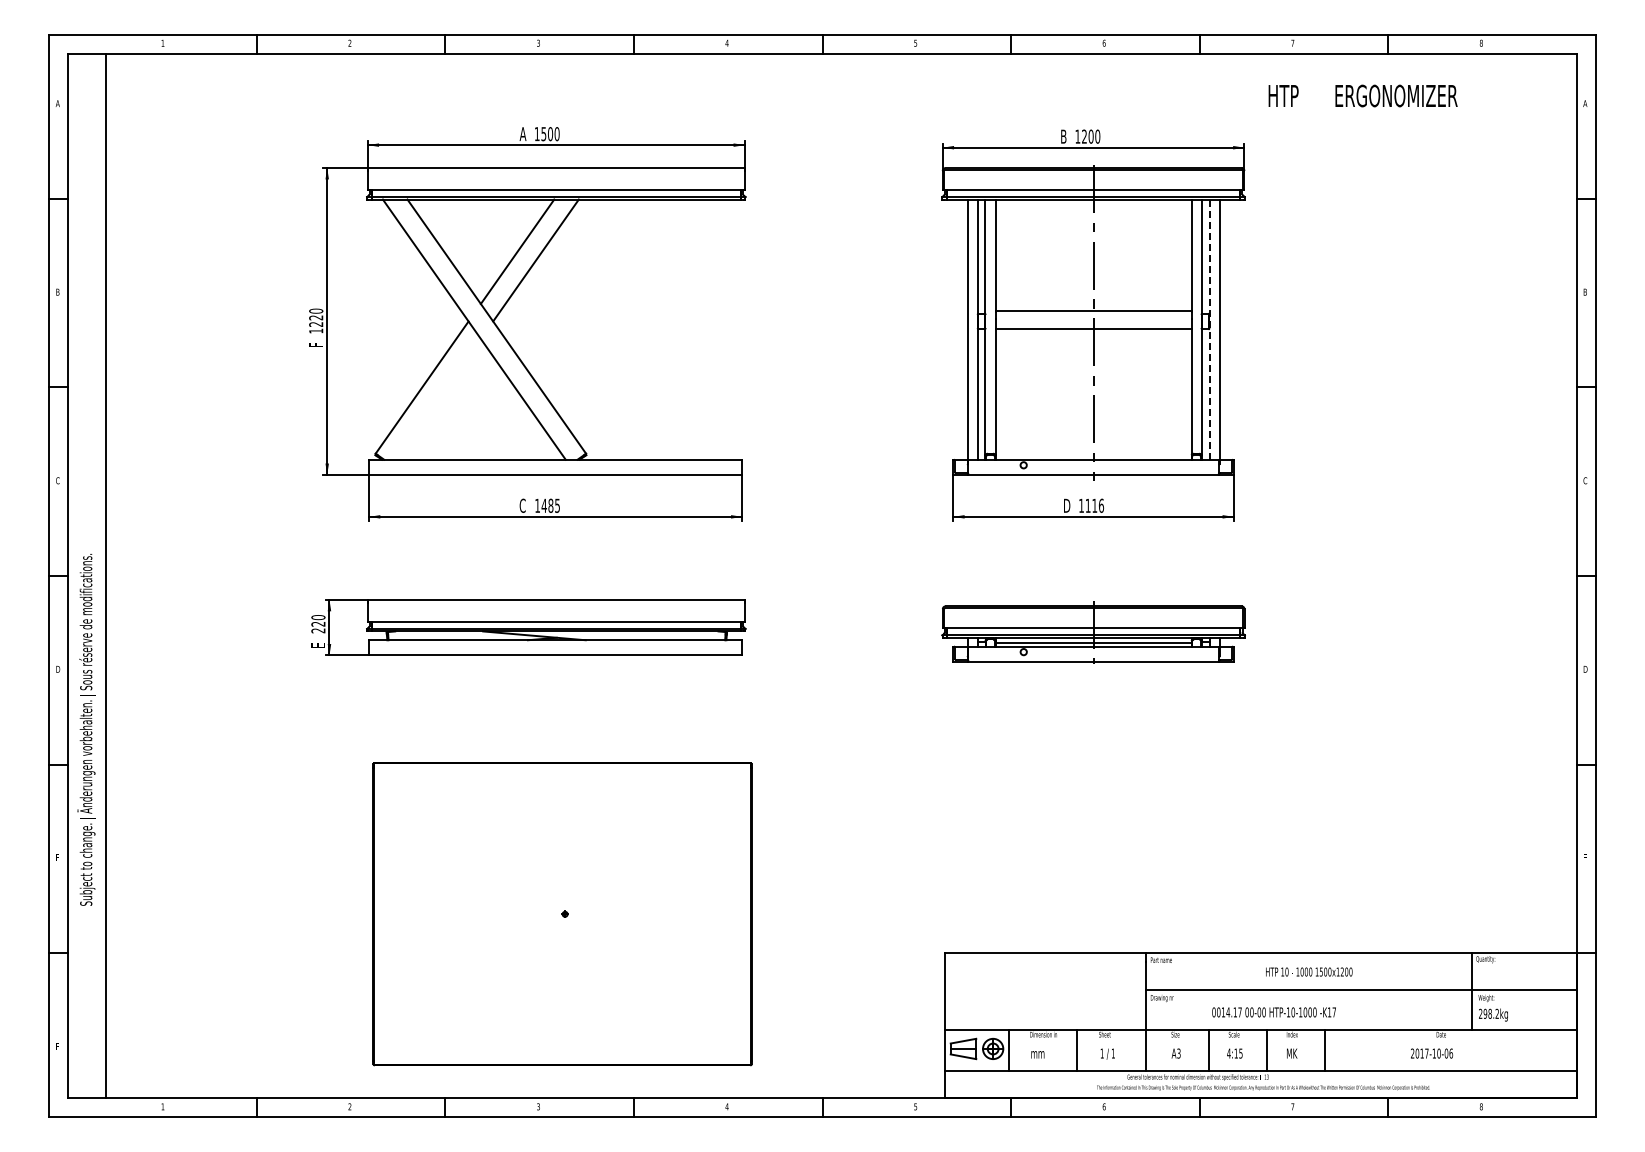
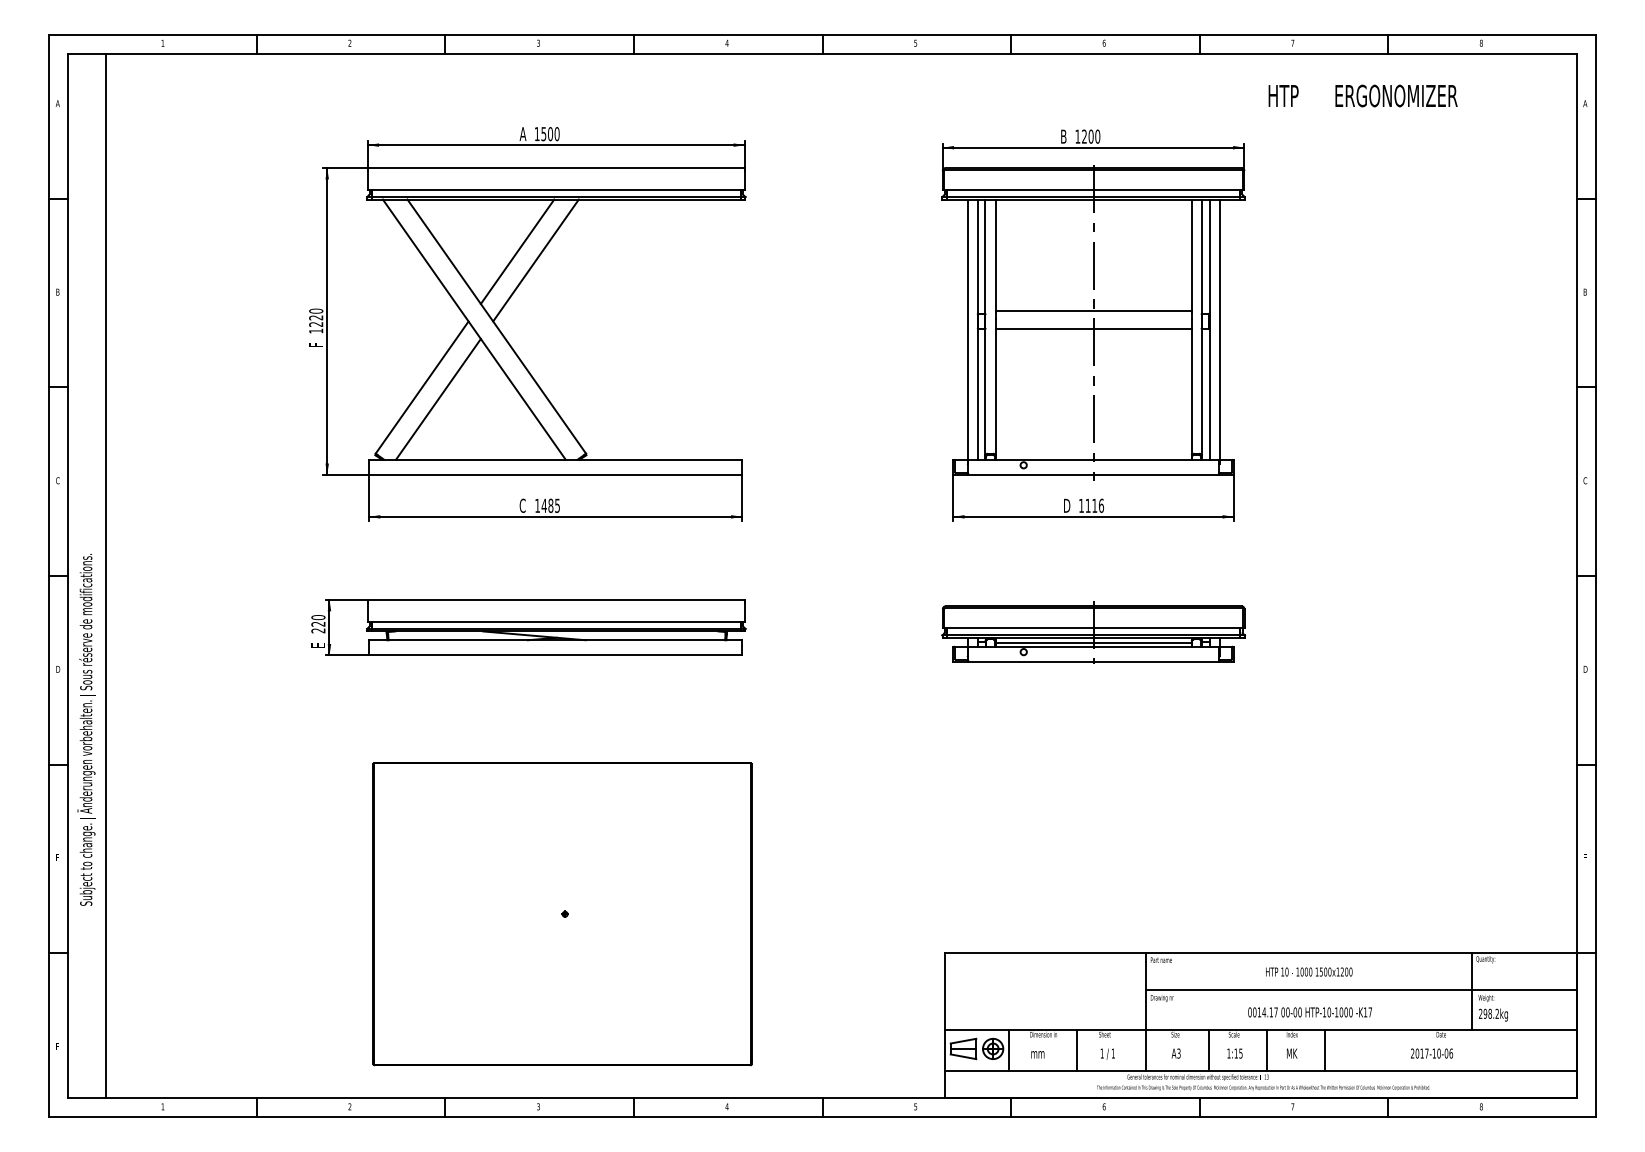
line at (1209, 329): dashed -> solid
line at (438, 398): none -> present
text at (1273, 1012) position: (1273, 1012) -> (1309, 1012)
text at (1228, 1053): 4:15 -> 1:15
